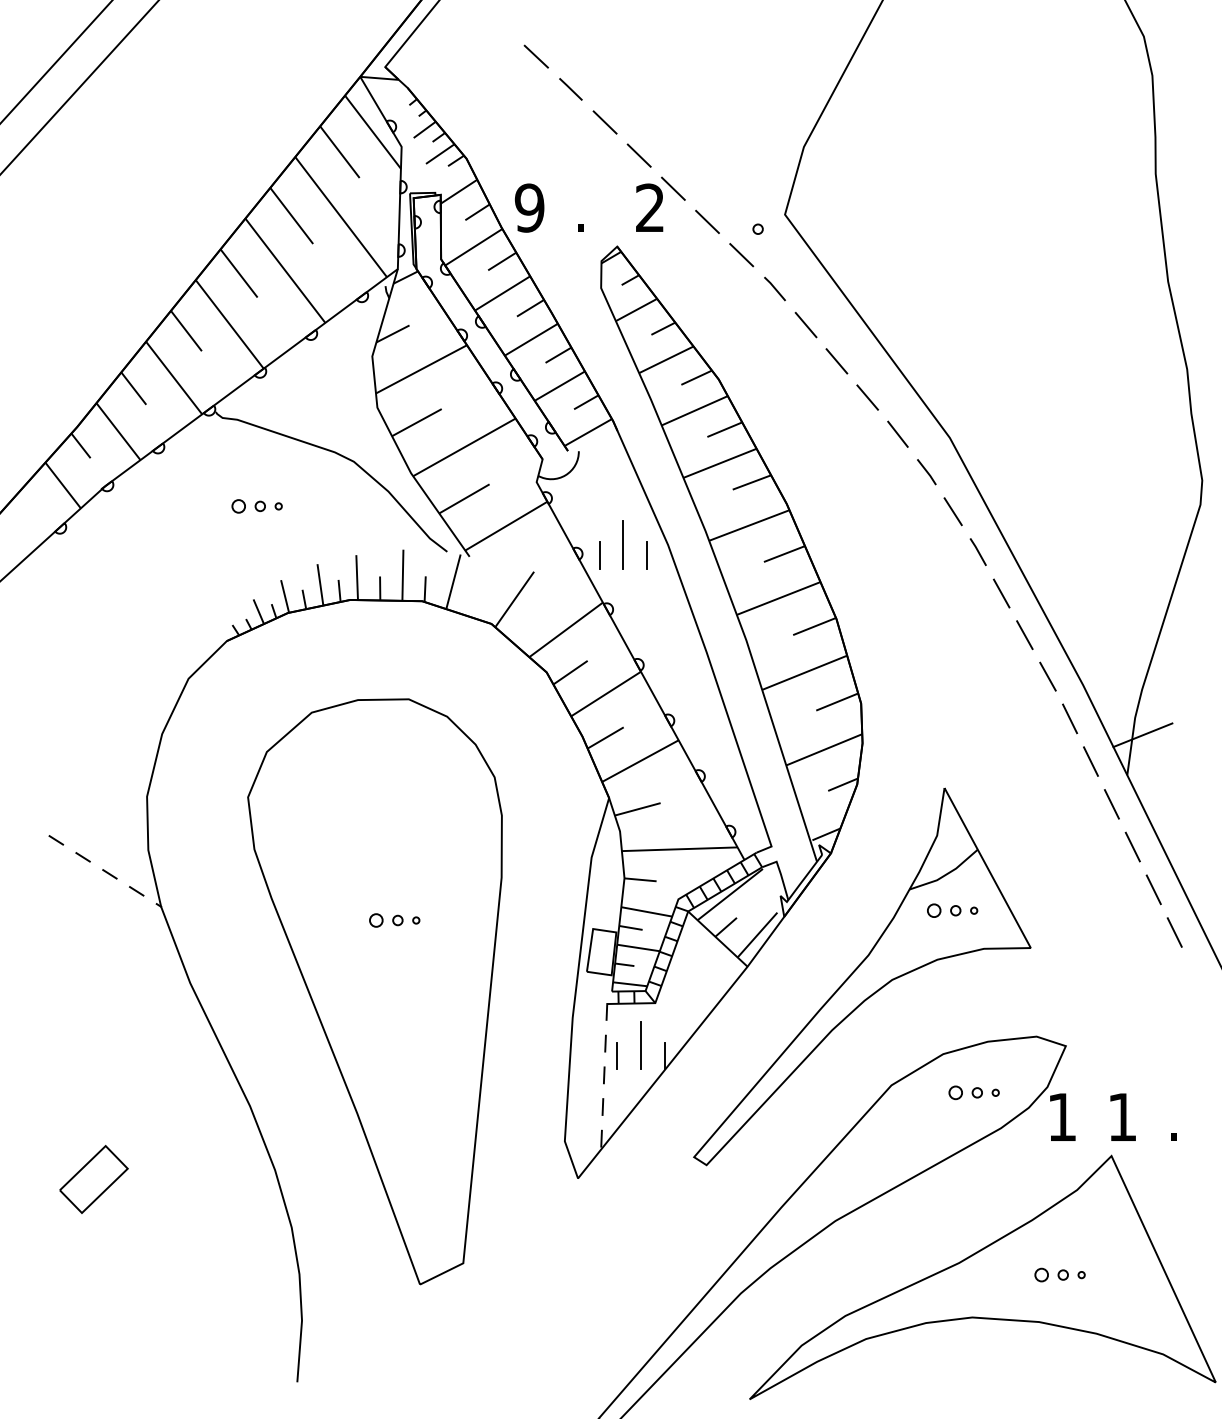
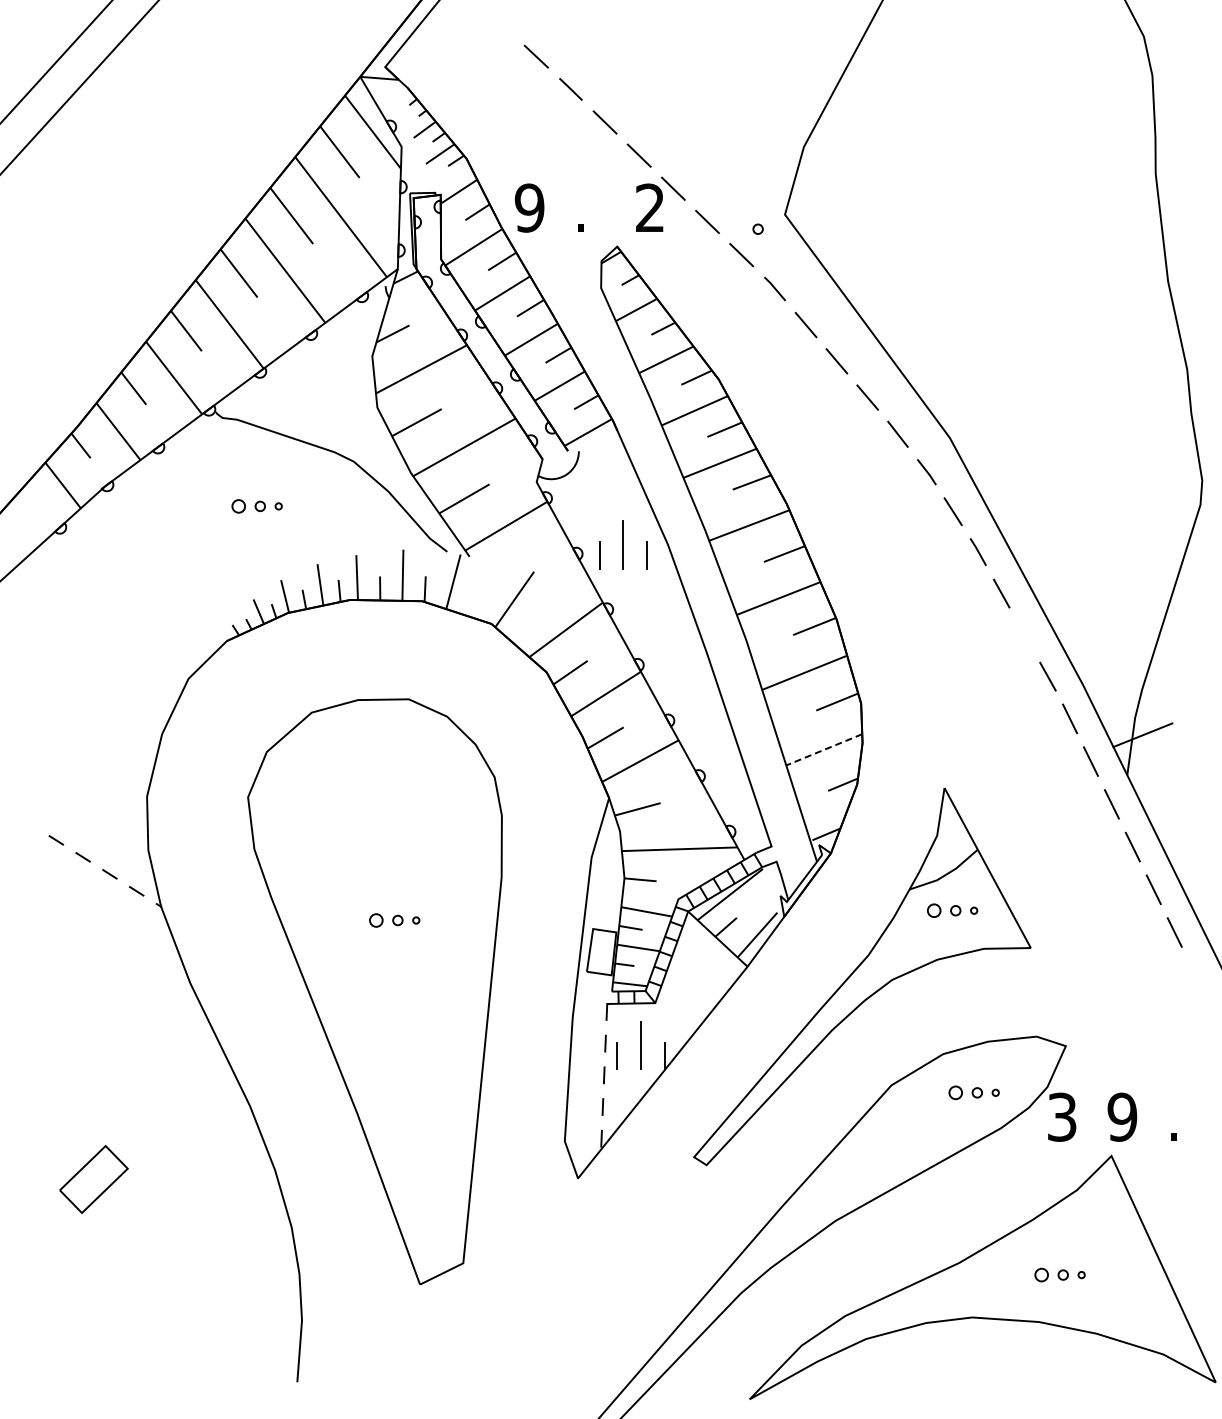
line at (1024, 635): present -> none
line at (823, 750): solid -> dashed
text at (1062, 1116): 1 -> 3
text at (1122, 1116): 1 -> 9
